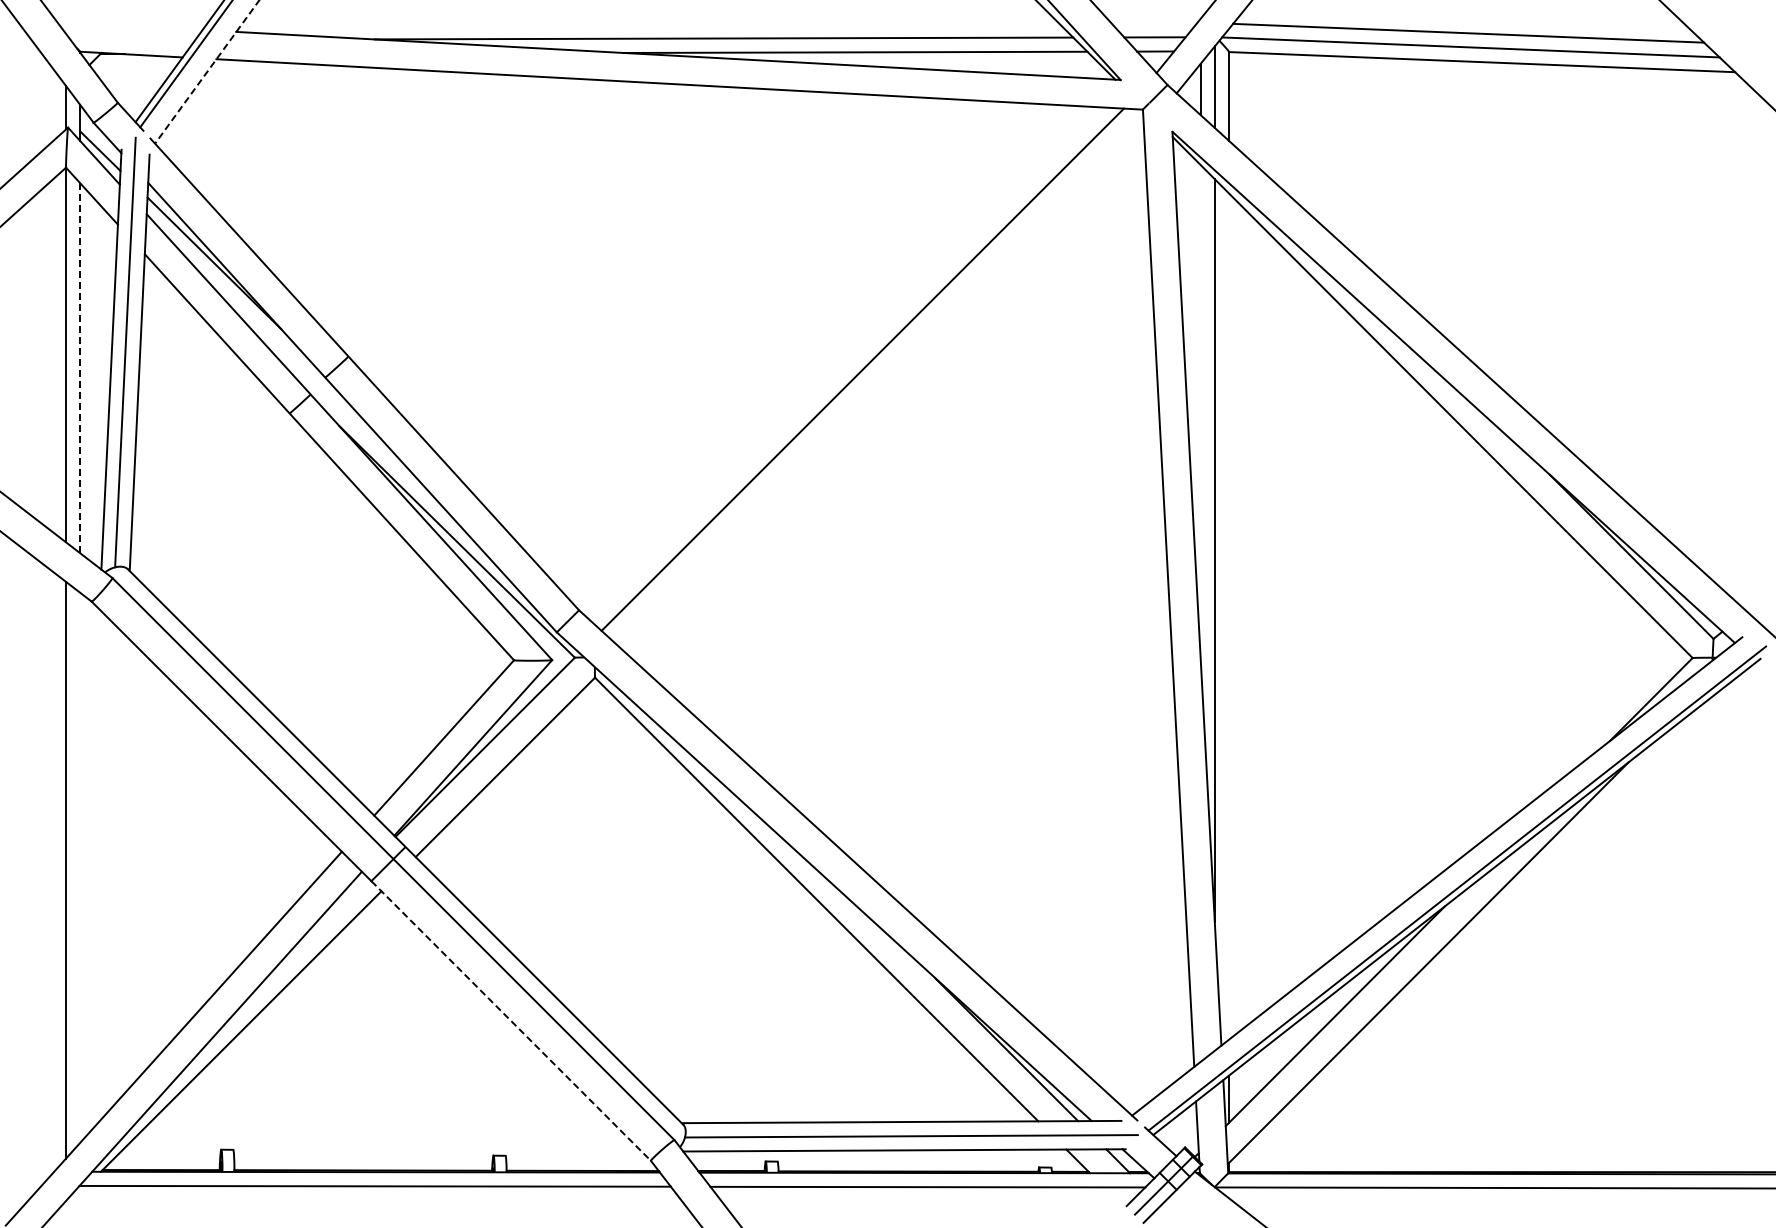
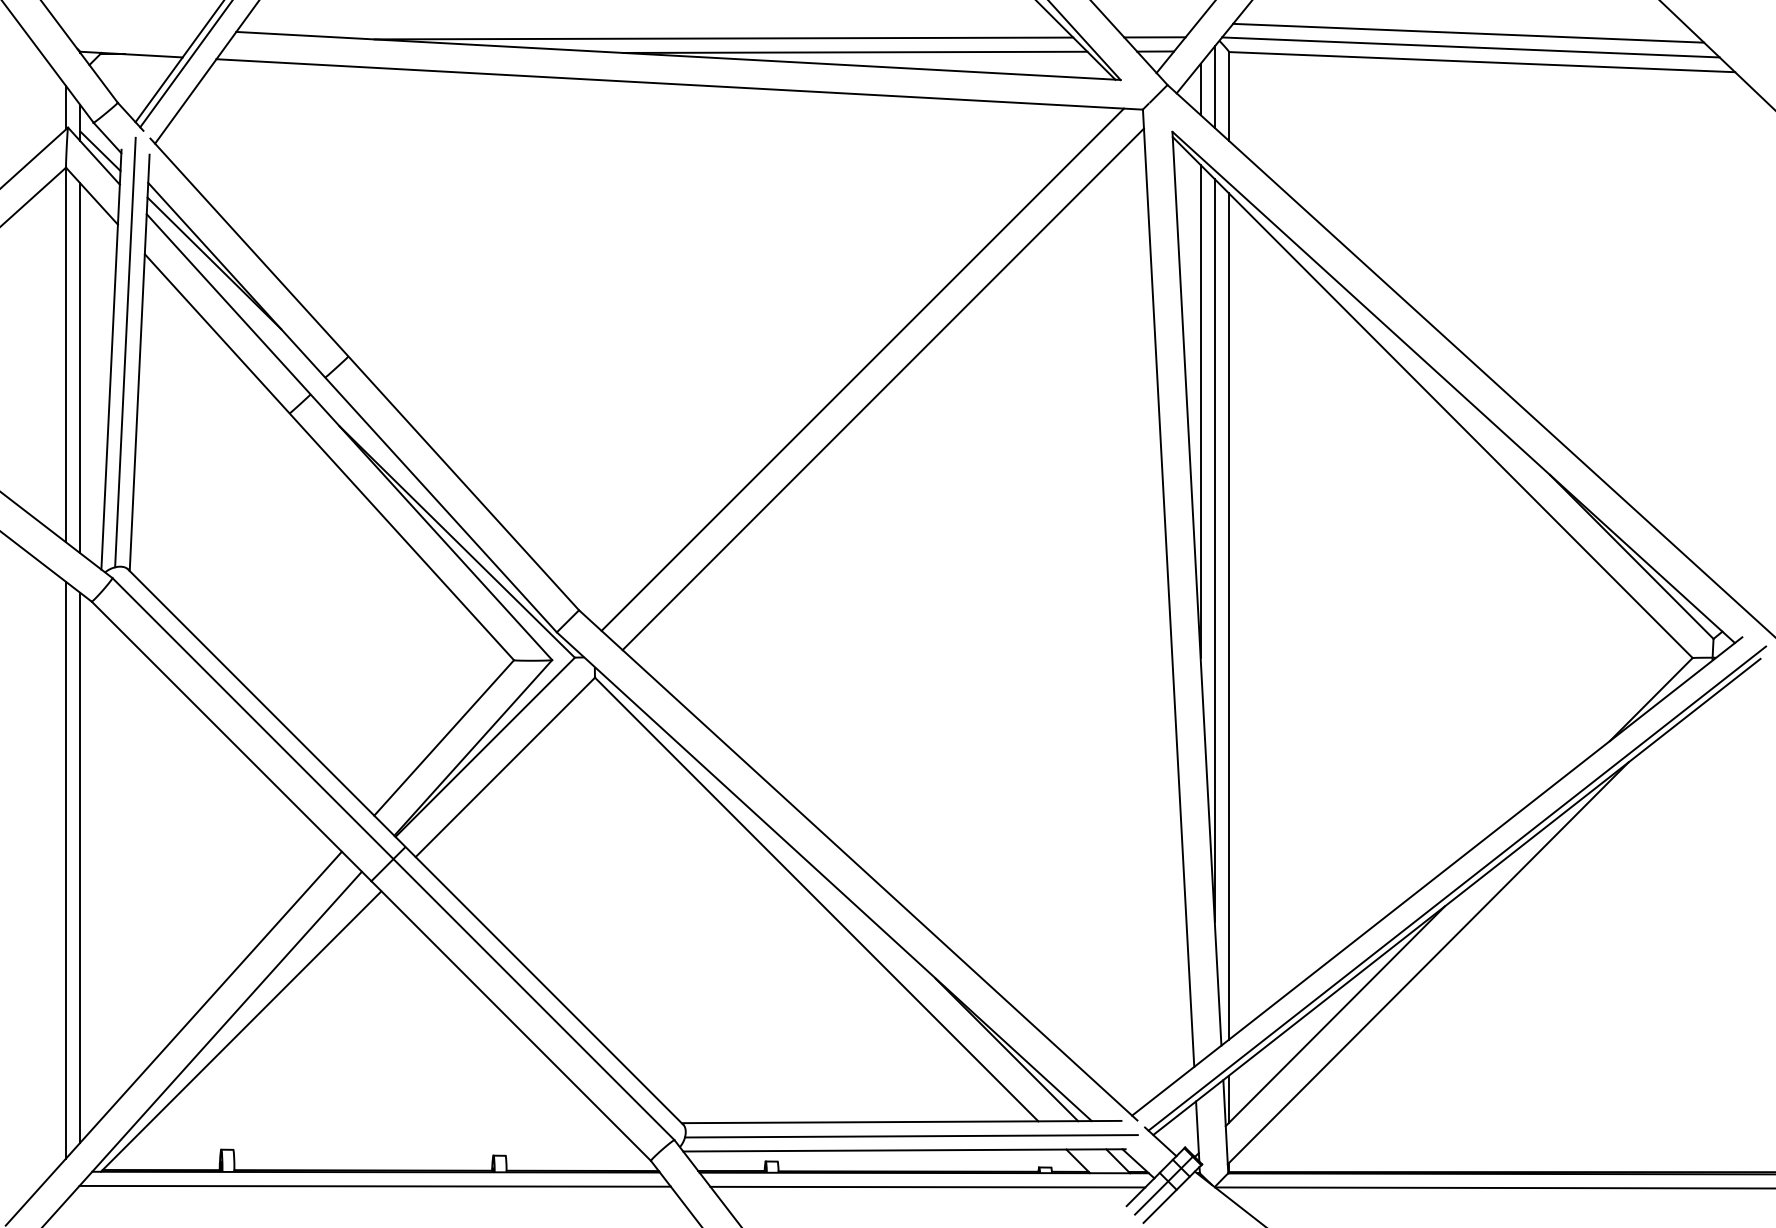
line at (206, 72): dashed -> solid
line at (80, 368): dashed -> solid
line at (882, 389): none -> present
line at (1200, 411): none -> present
line at (1229, 616): none -> present
line at (80, 867): none -> present
line at (511, 1021): dashed -> solid
